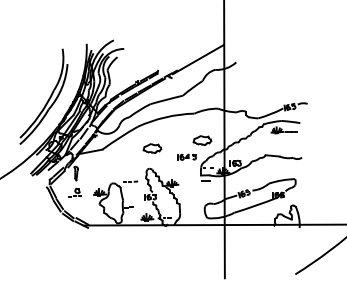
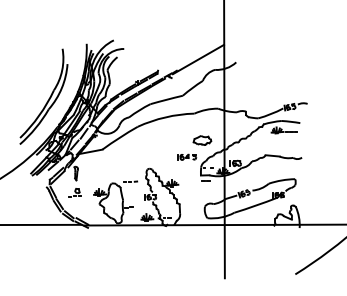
part at (152, 148): present -> none
line at (41, 224): none -> present
